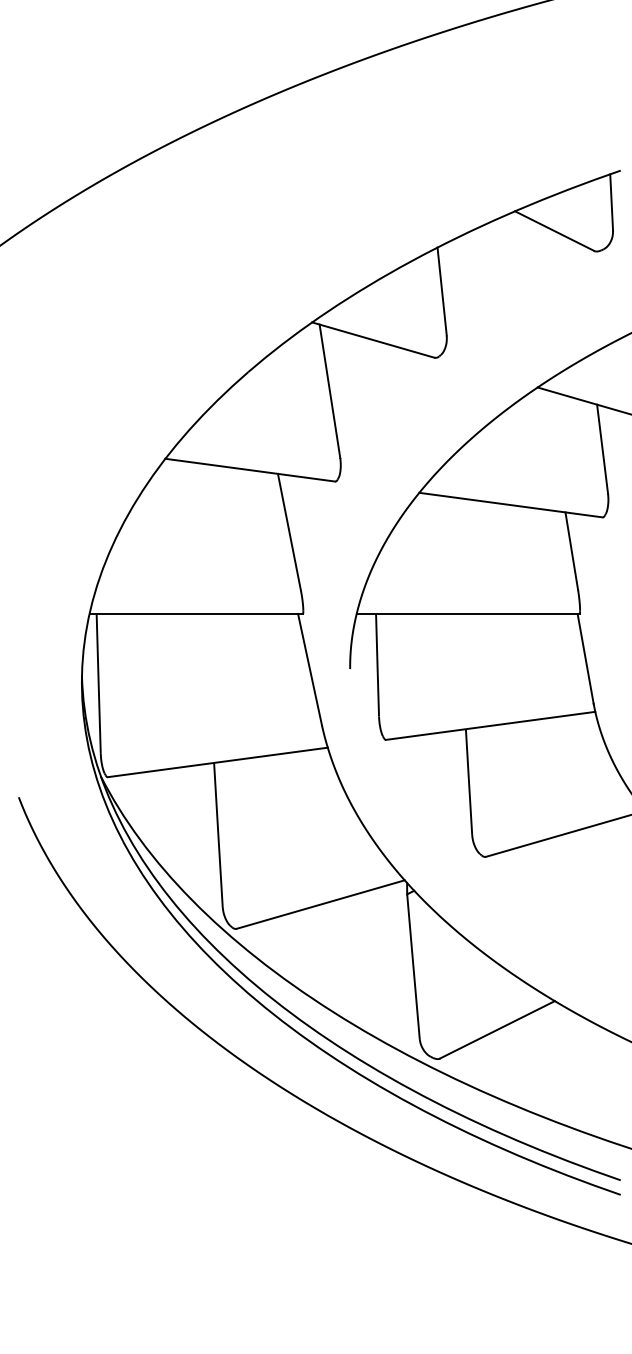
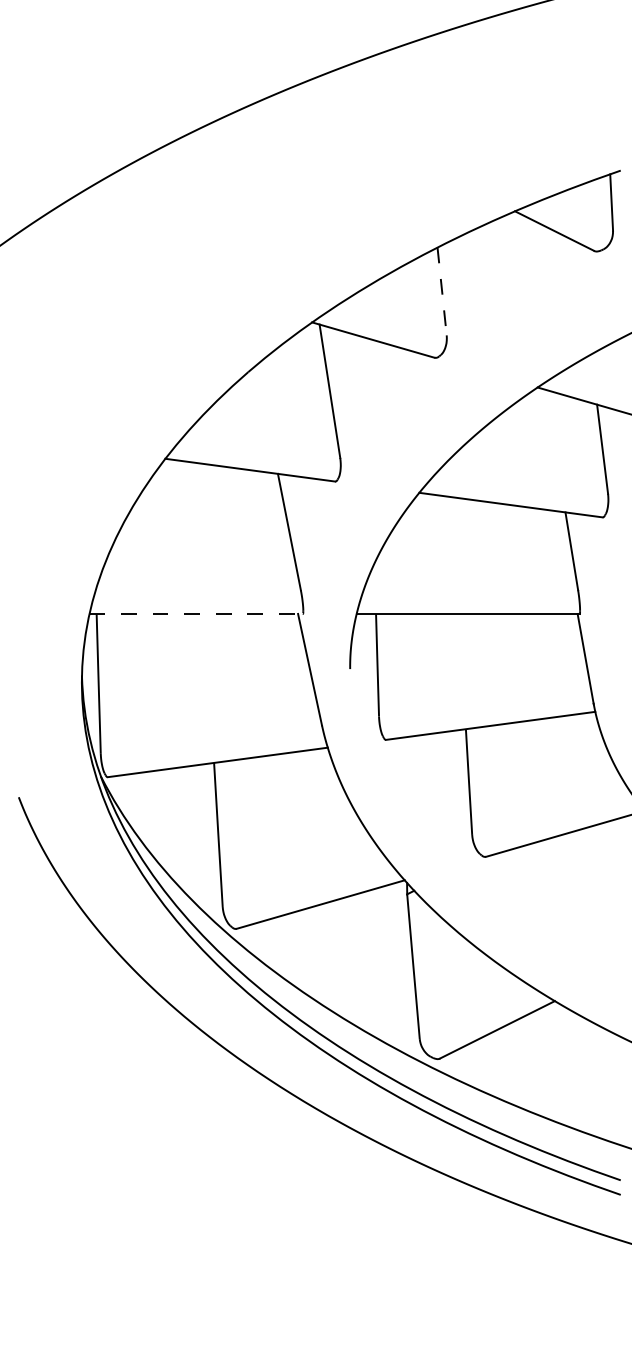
line at (442, 291): solid -> dashed
line at (196, 613): solid -> dashed
